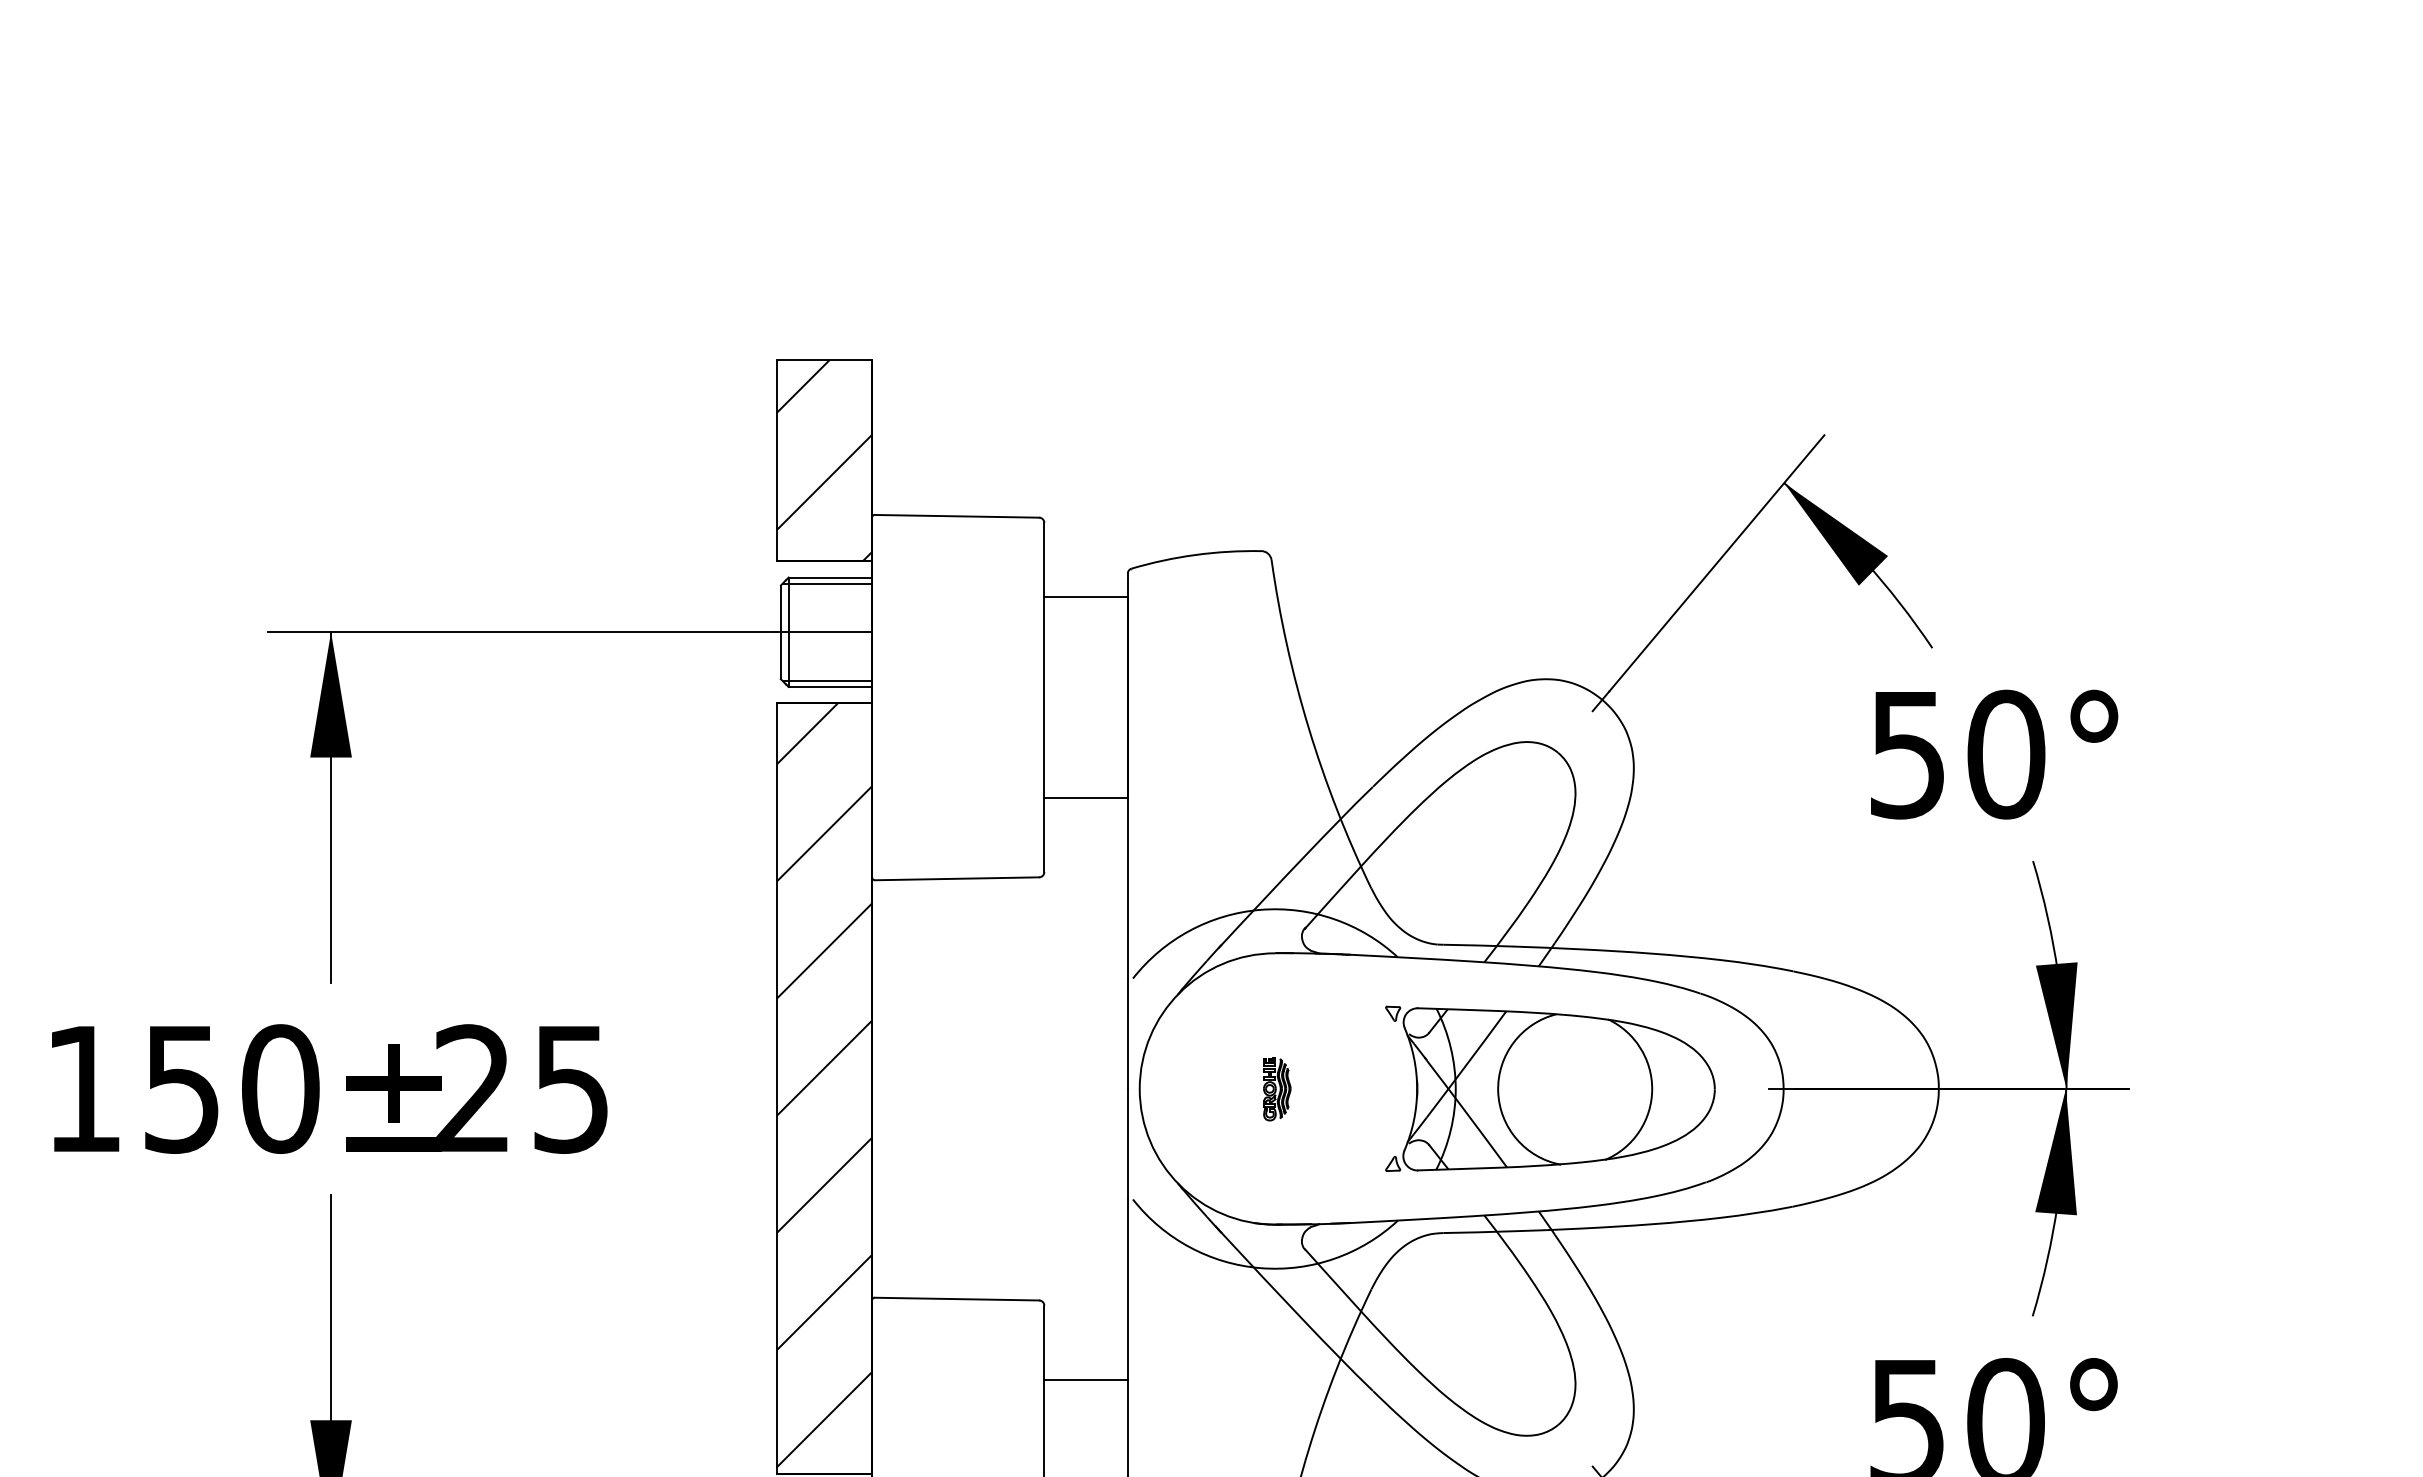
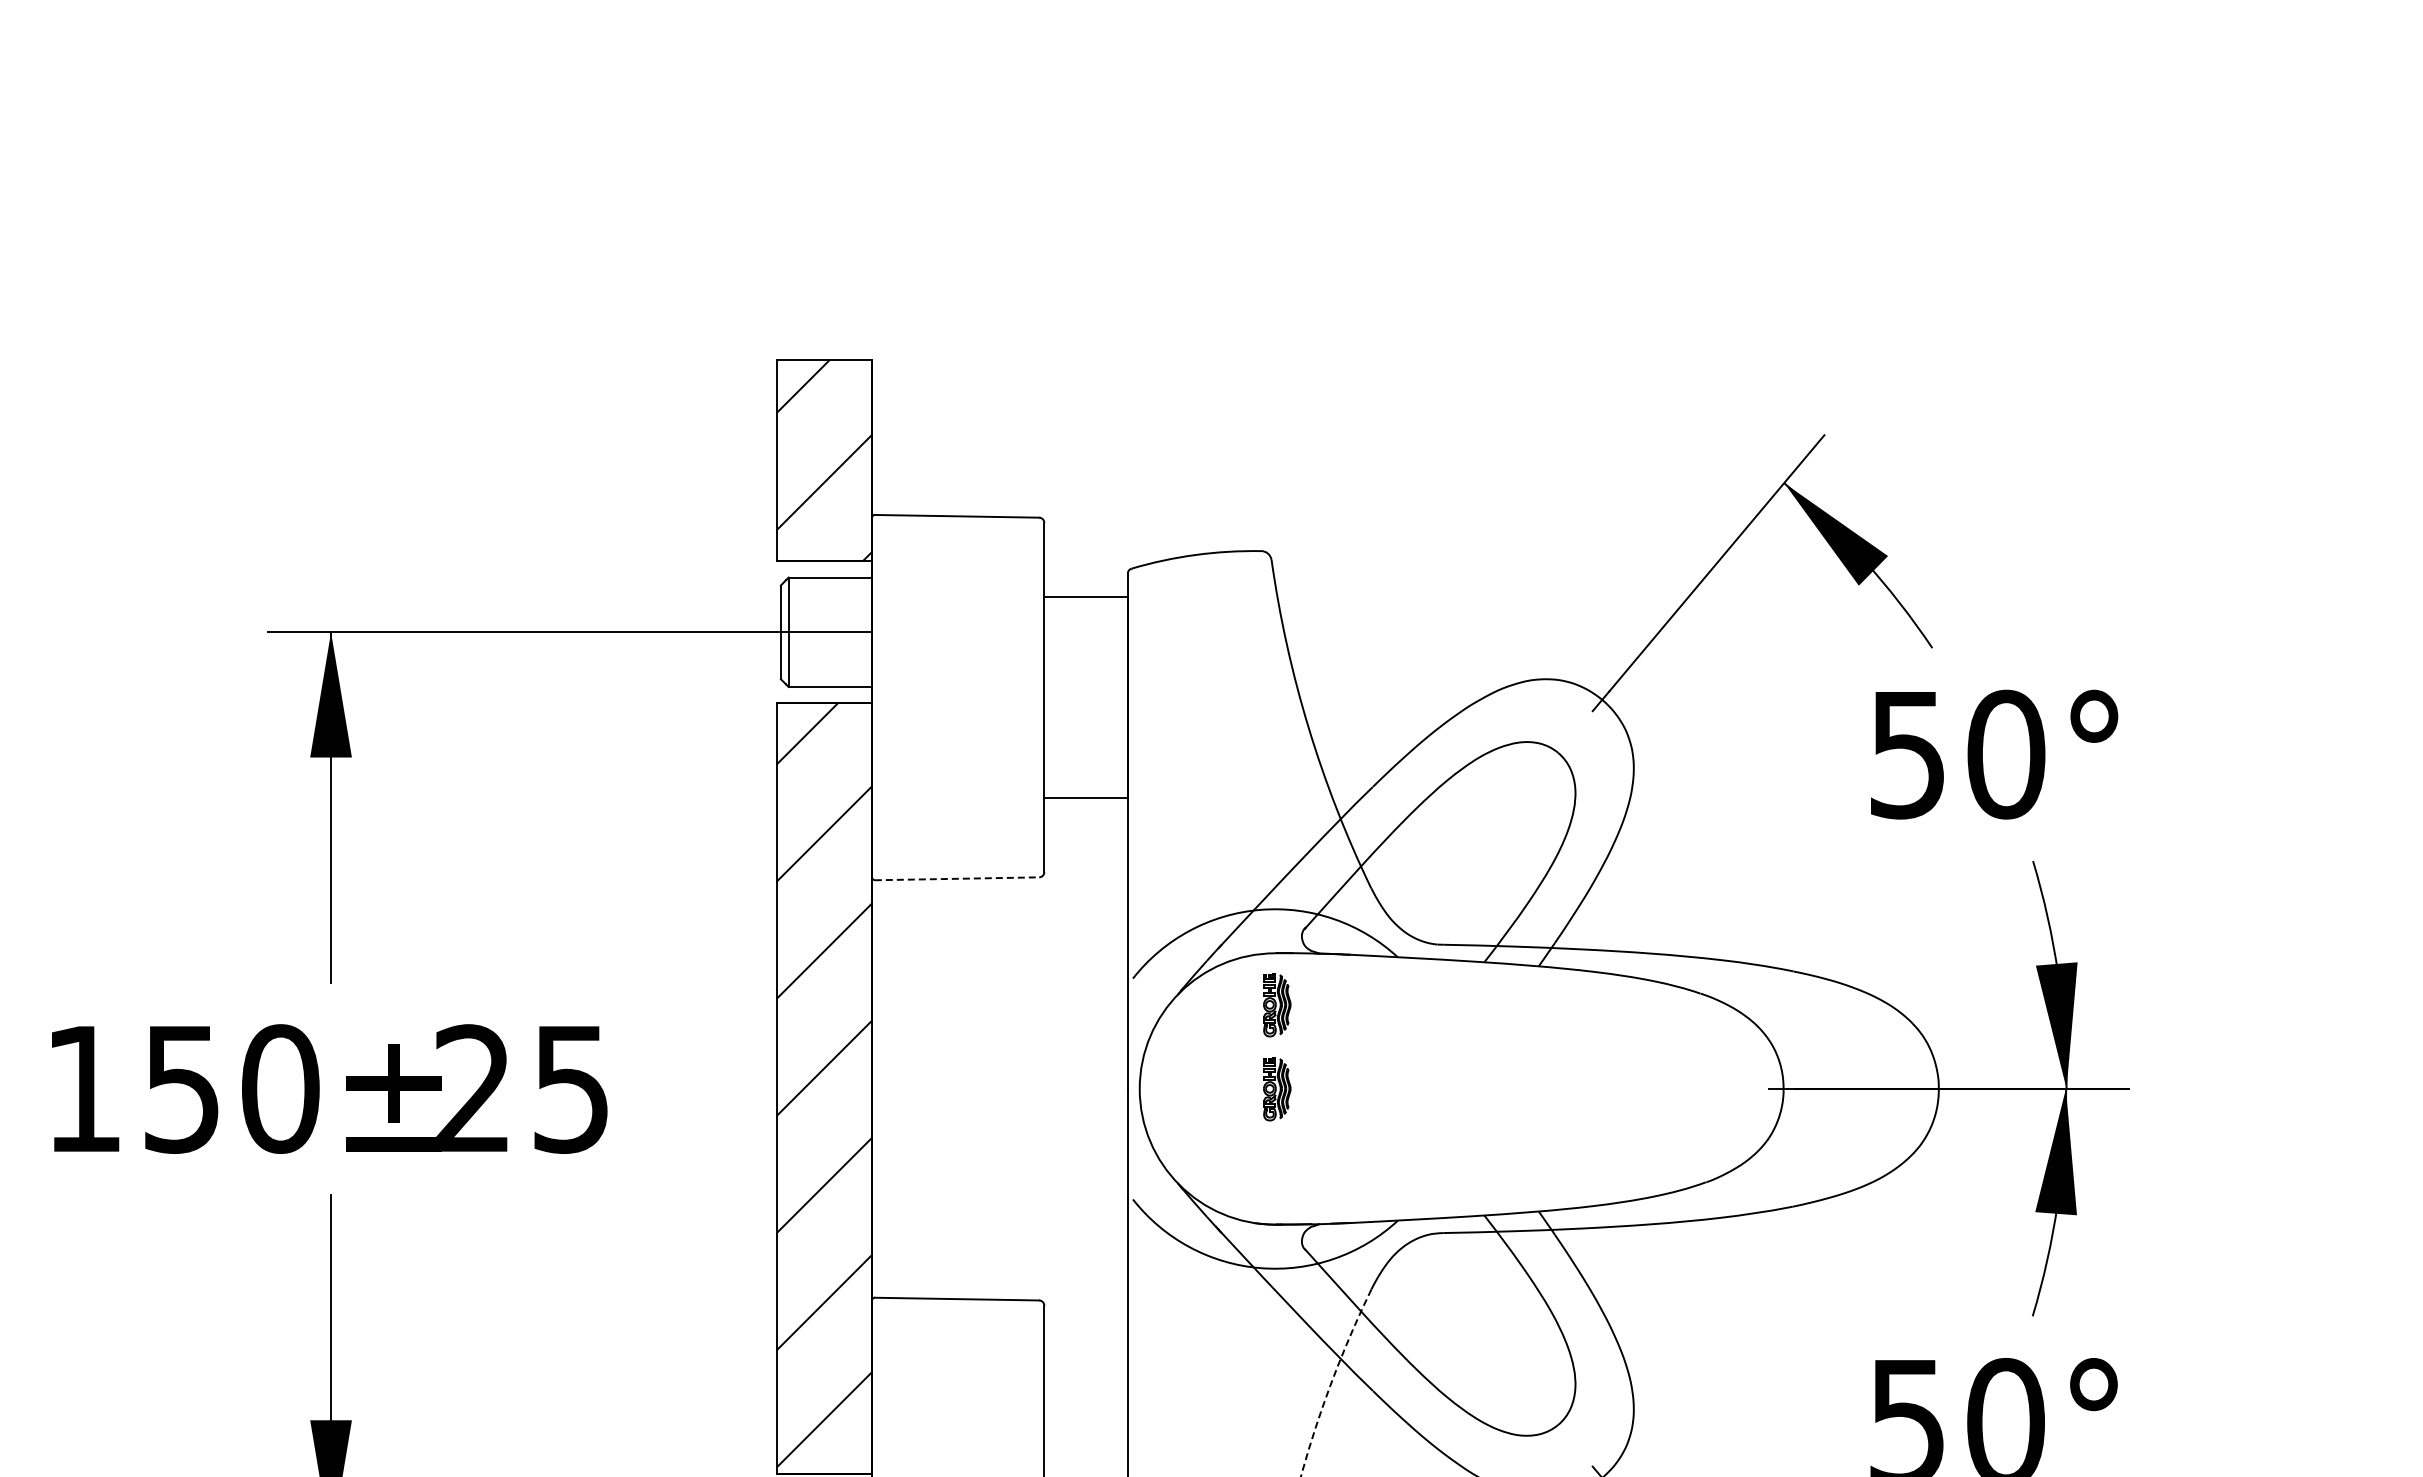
line at (827, 583): present -> none
line at (827, 680): present -> none
line at (957, 878): solid -> dashed
part at (1277, 1005): none -> present
part at (1550, 1088): present -> none
line at (1085, 1379): present -> none
arc at (1332, 1381): solid -> dashed
